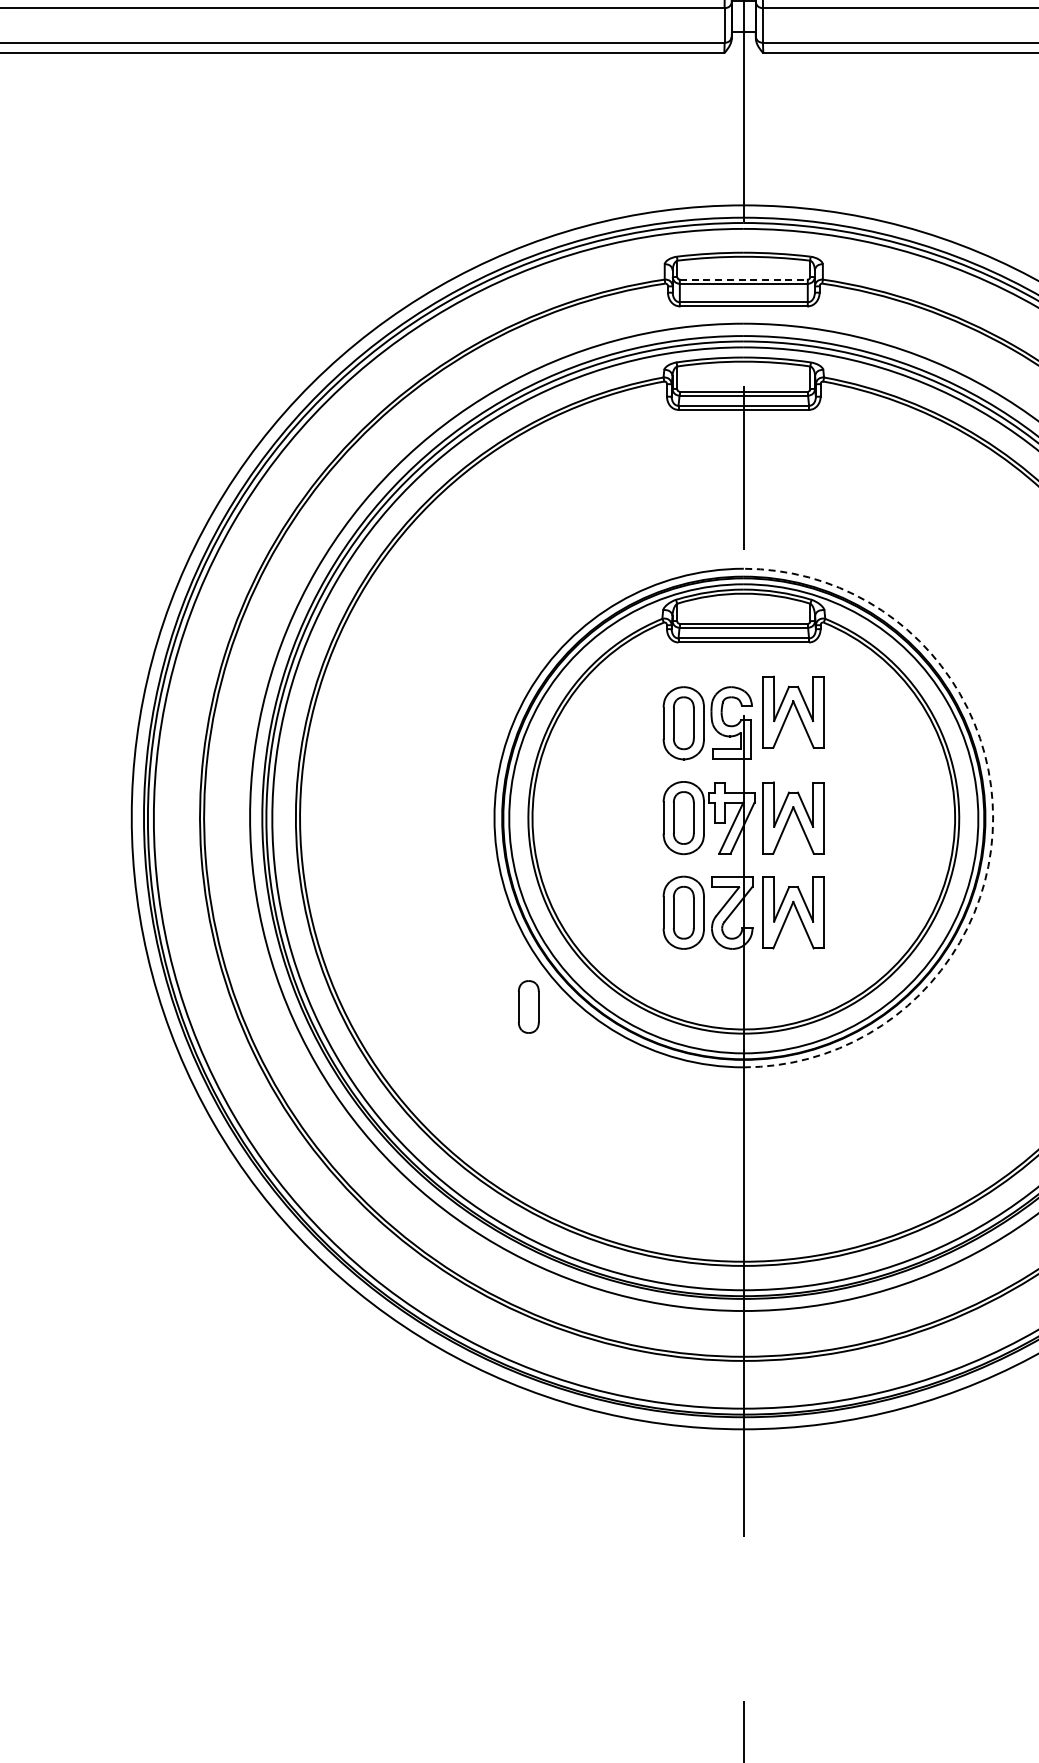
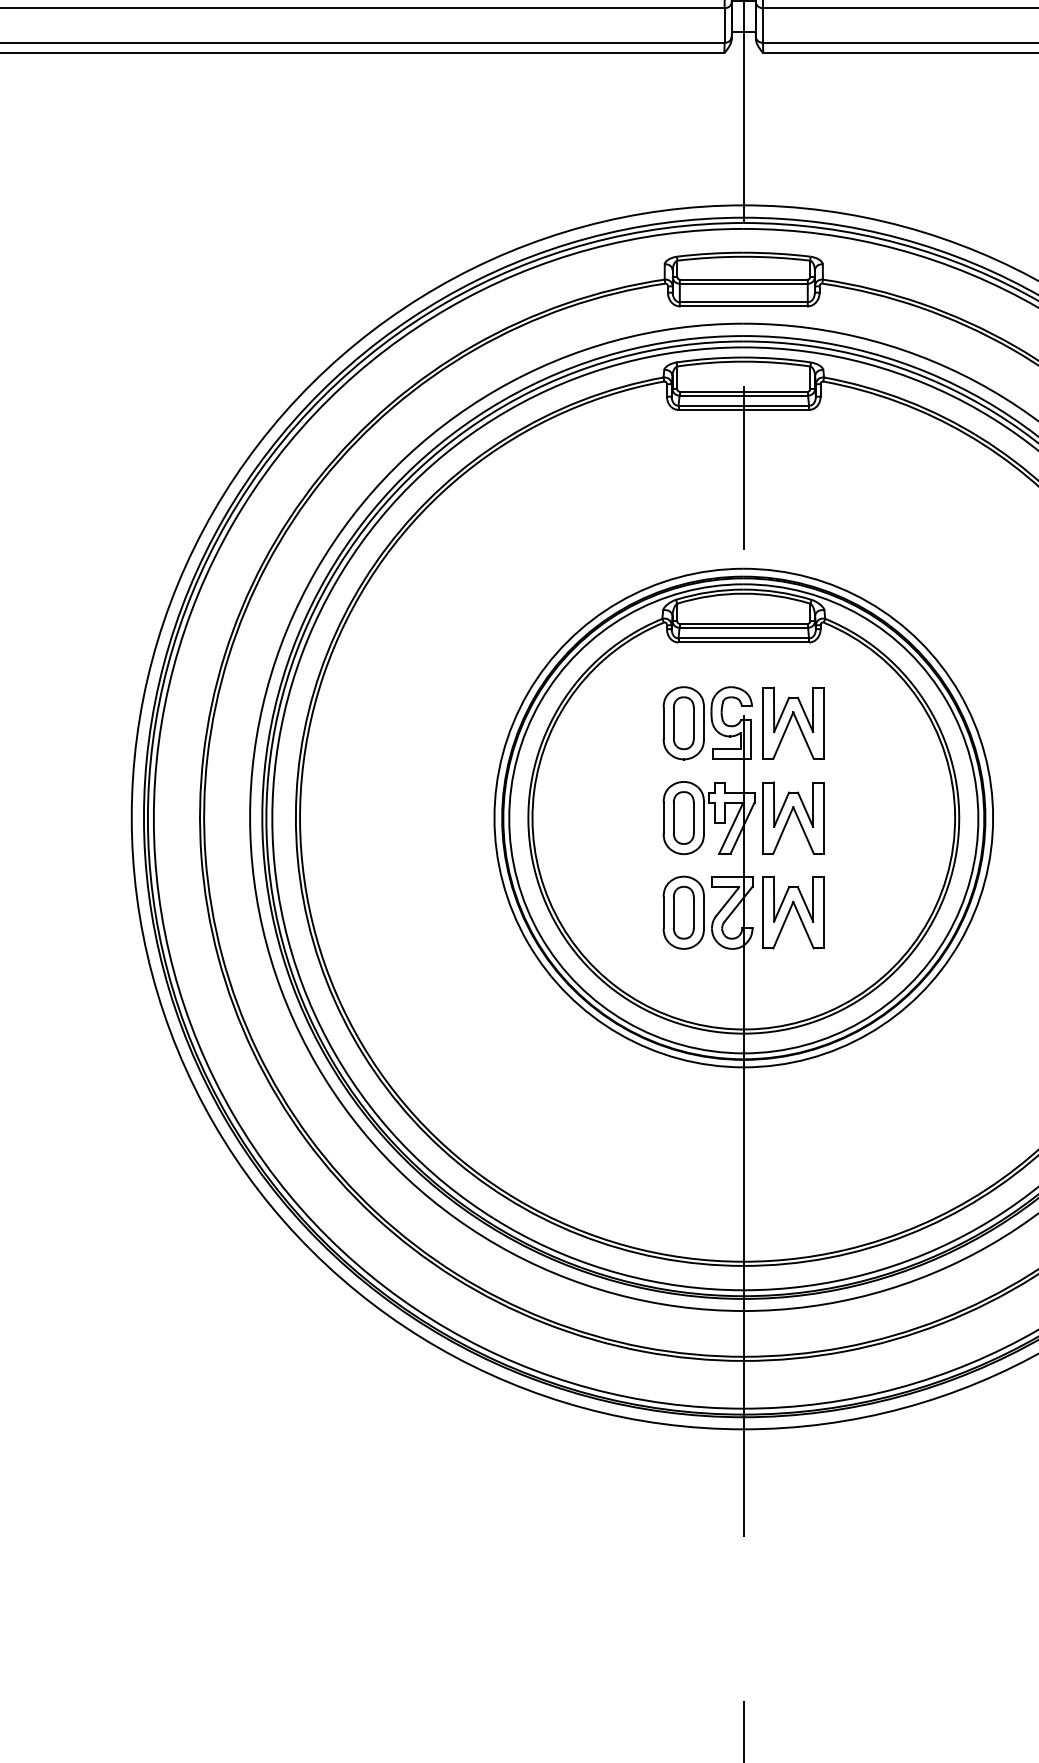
line at (743, 279): dashed -> solid
part at (793, 711) position: (793, 711) -> (793, 722)
arc at (993, 818): dashed -> solid
part at (528, 1006): present -> none
